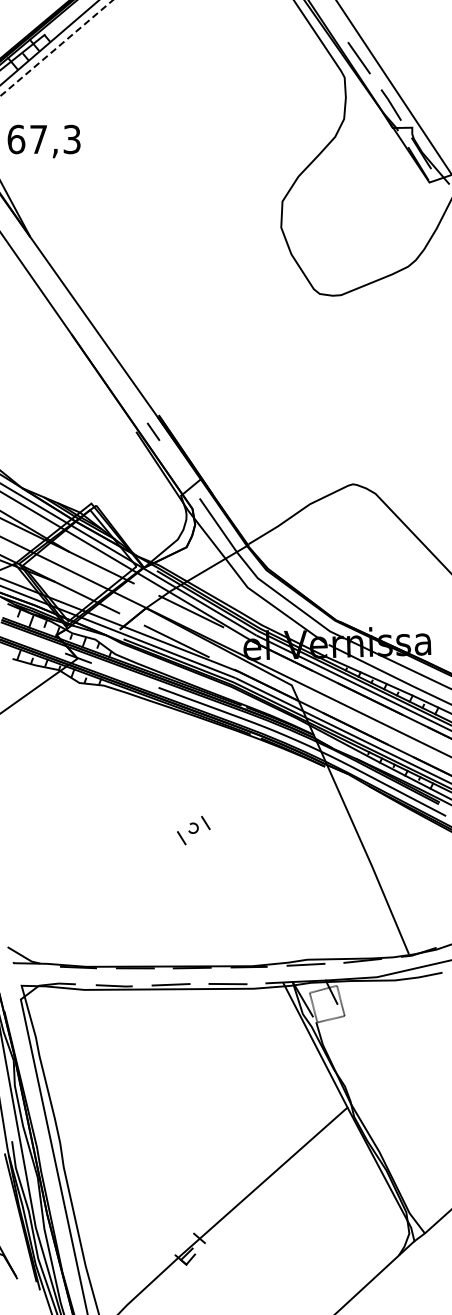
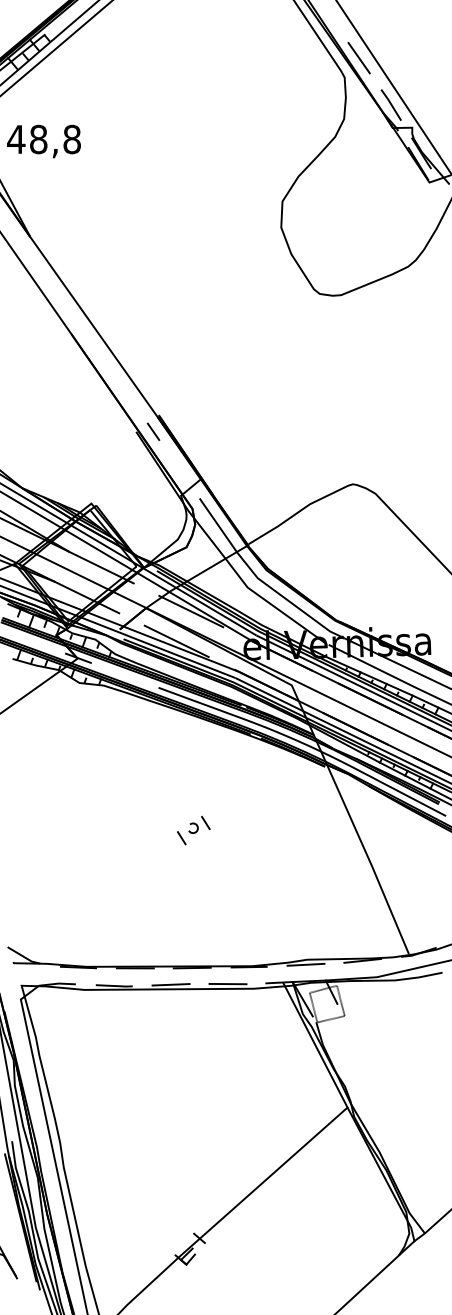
line at (56, 47): dashed -> solid
text at (43, 139): 67,3 -> 48,8
